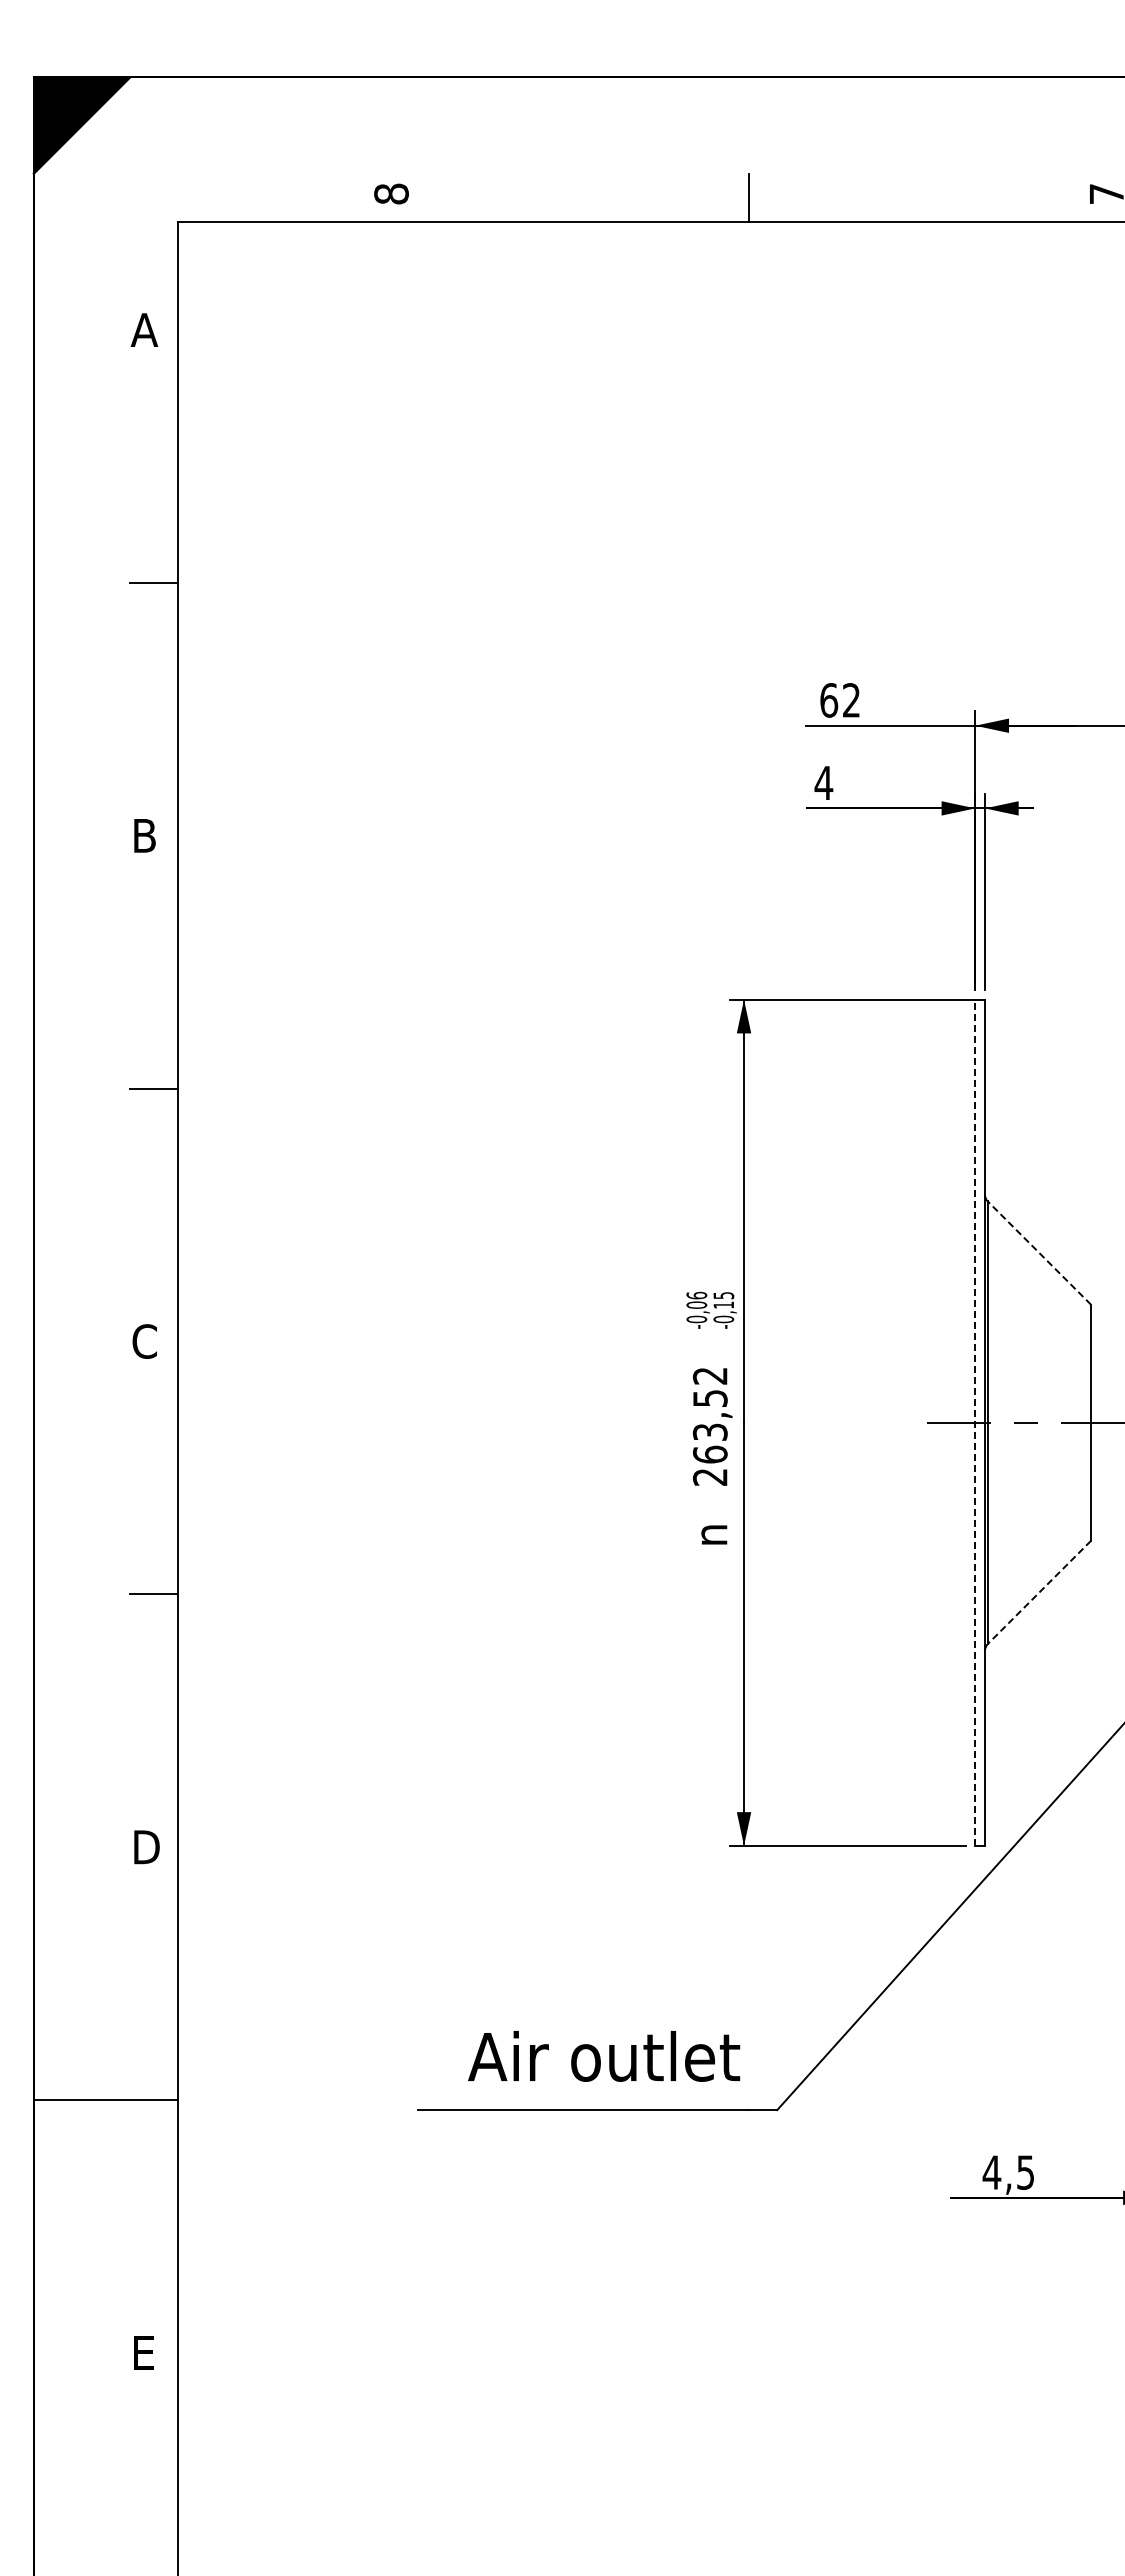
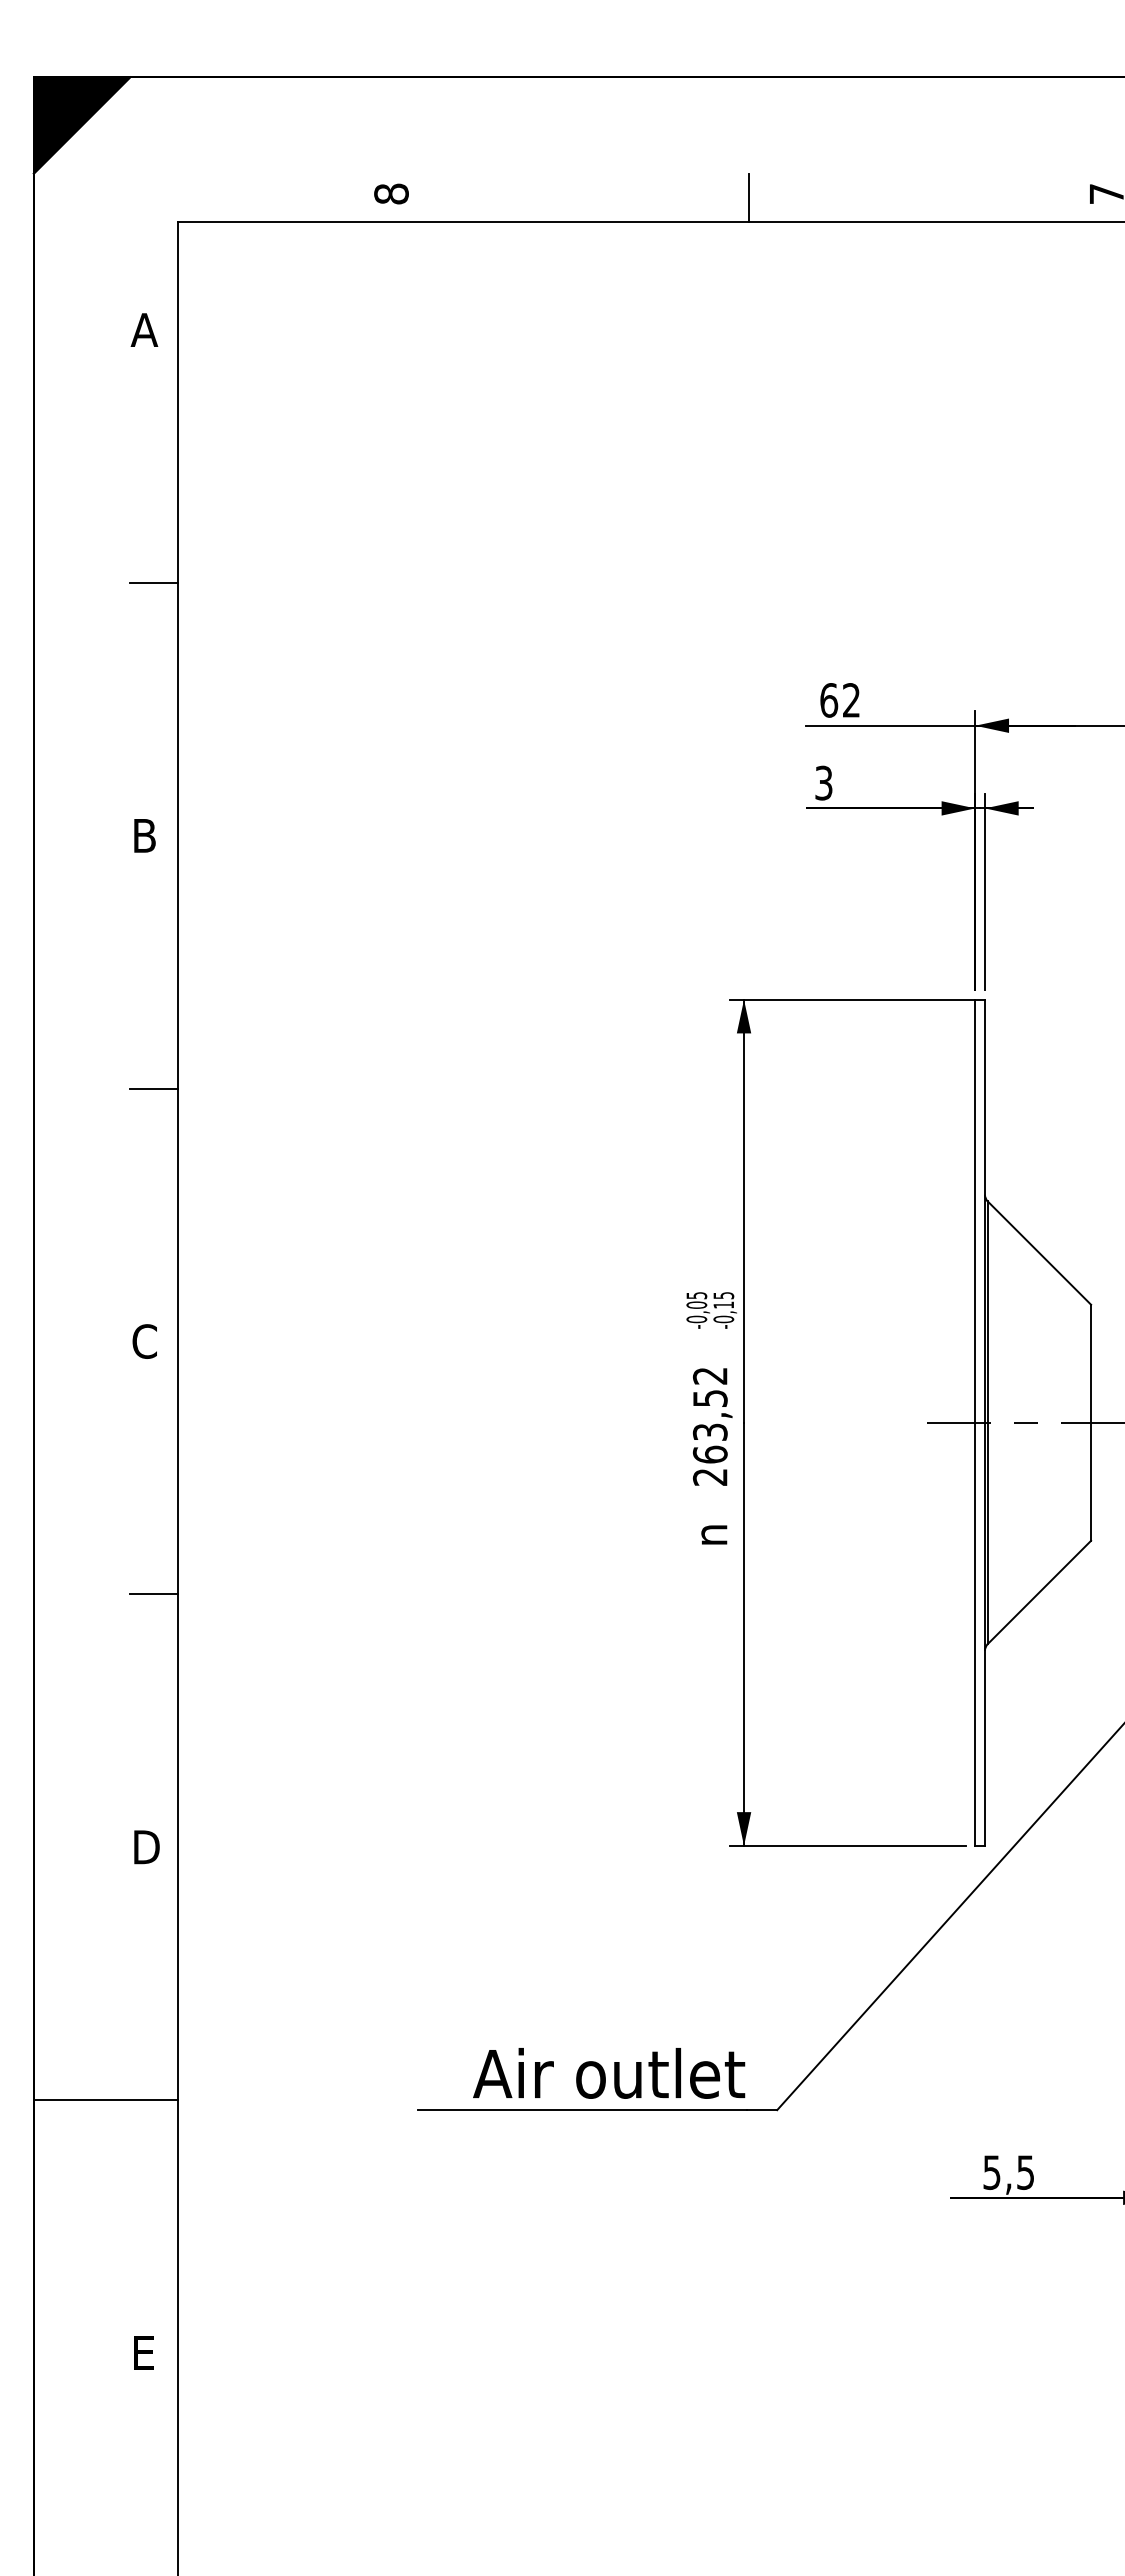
text at (823, 782): 4 -> 3
line at (1039, 1252): dashed -> solid
text at (696, 1295): -0,06 -> -0,05
line at (975, 1422): dashed -> solid
line at (1039, 1592): dashed -> solid
text at (604, 2056) position: (604, 2056) -> (609, 2073)
text at (991, 2172): 4,5 -> 5,5
